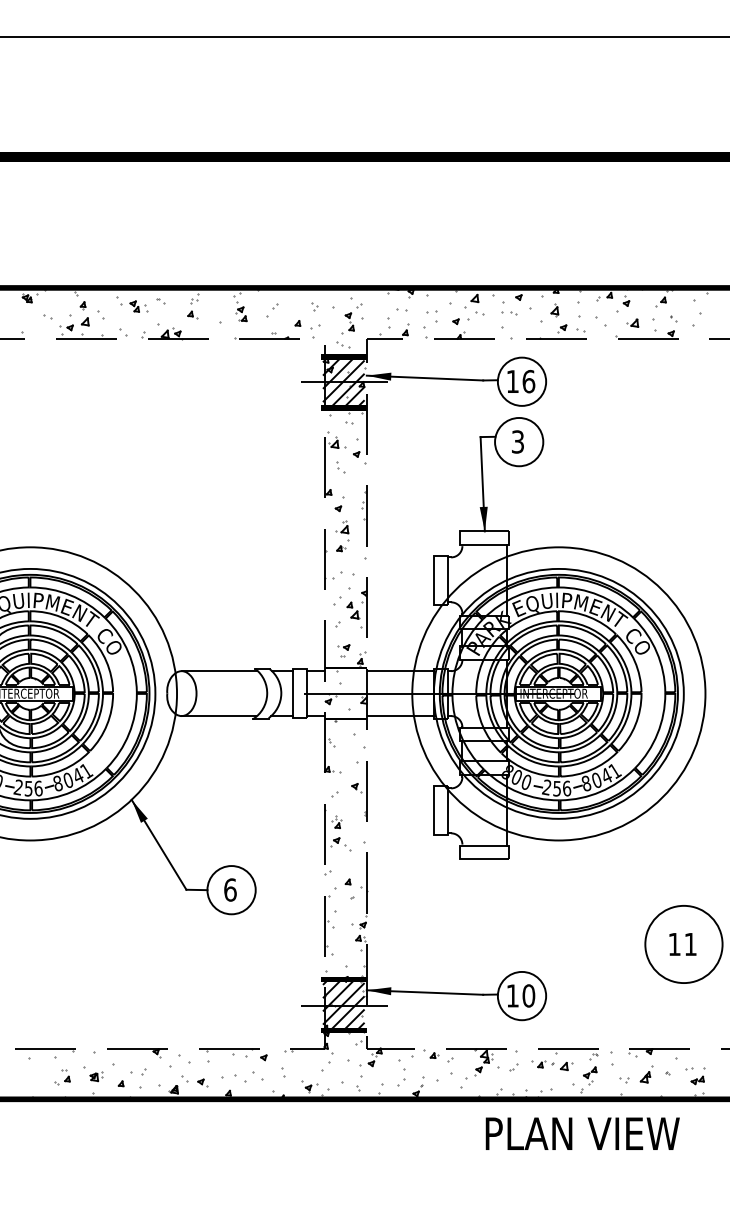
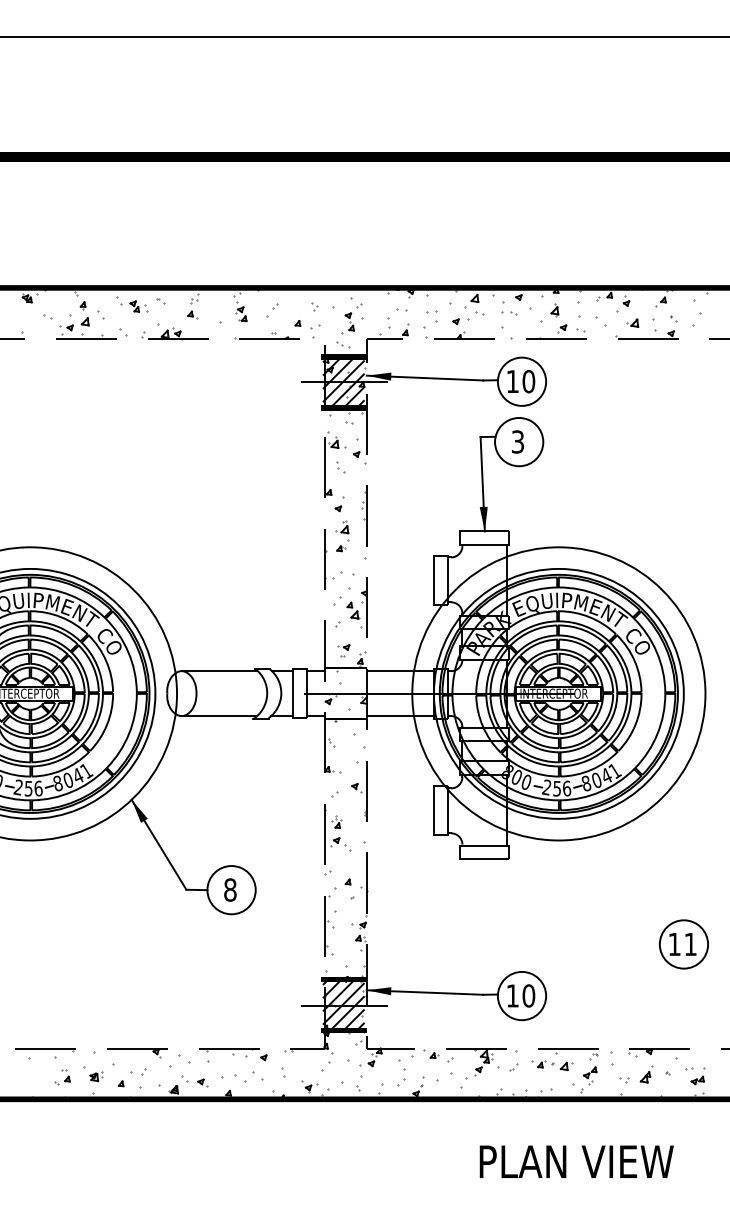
text at (528, 381): 16 -> 10
text at (230, 889): 6 -> 8
circle at (683, 944) diameter: 77 px -> 48 px
text at (582, 1133) position: (582, 1133) -> (576, 1161)
